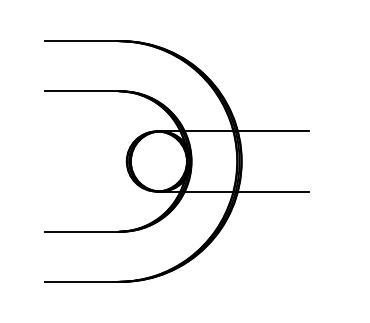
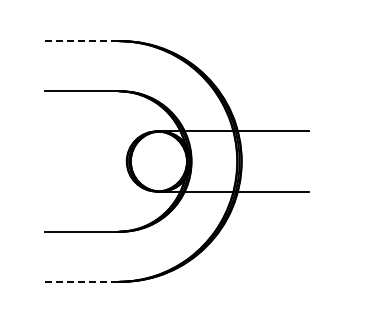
line at (81, 41): solid -> dashed
line at (81, 281): solid -> dashed
